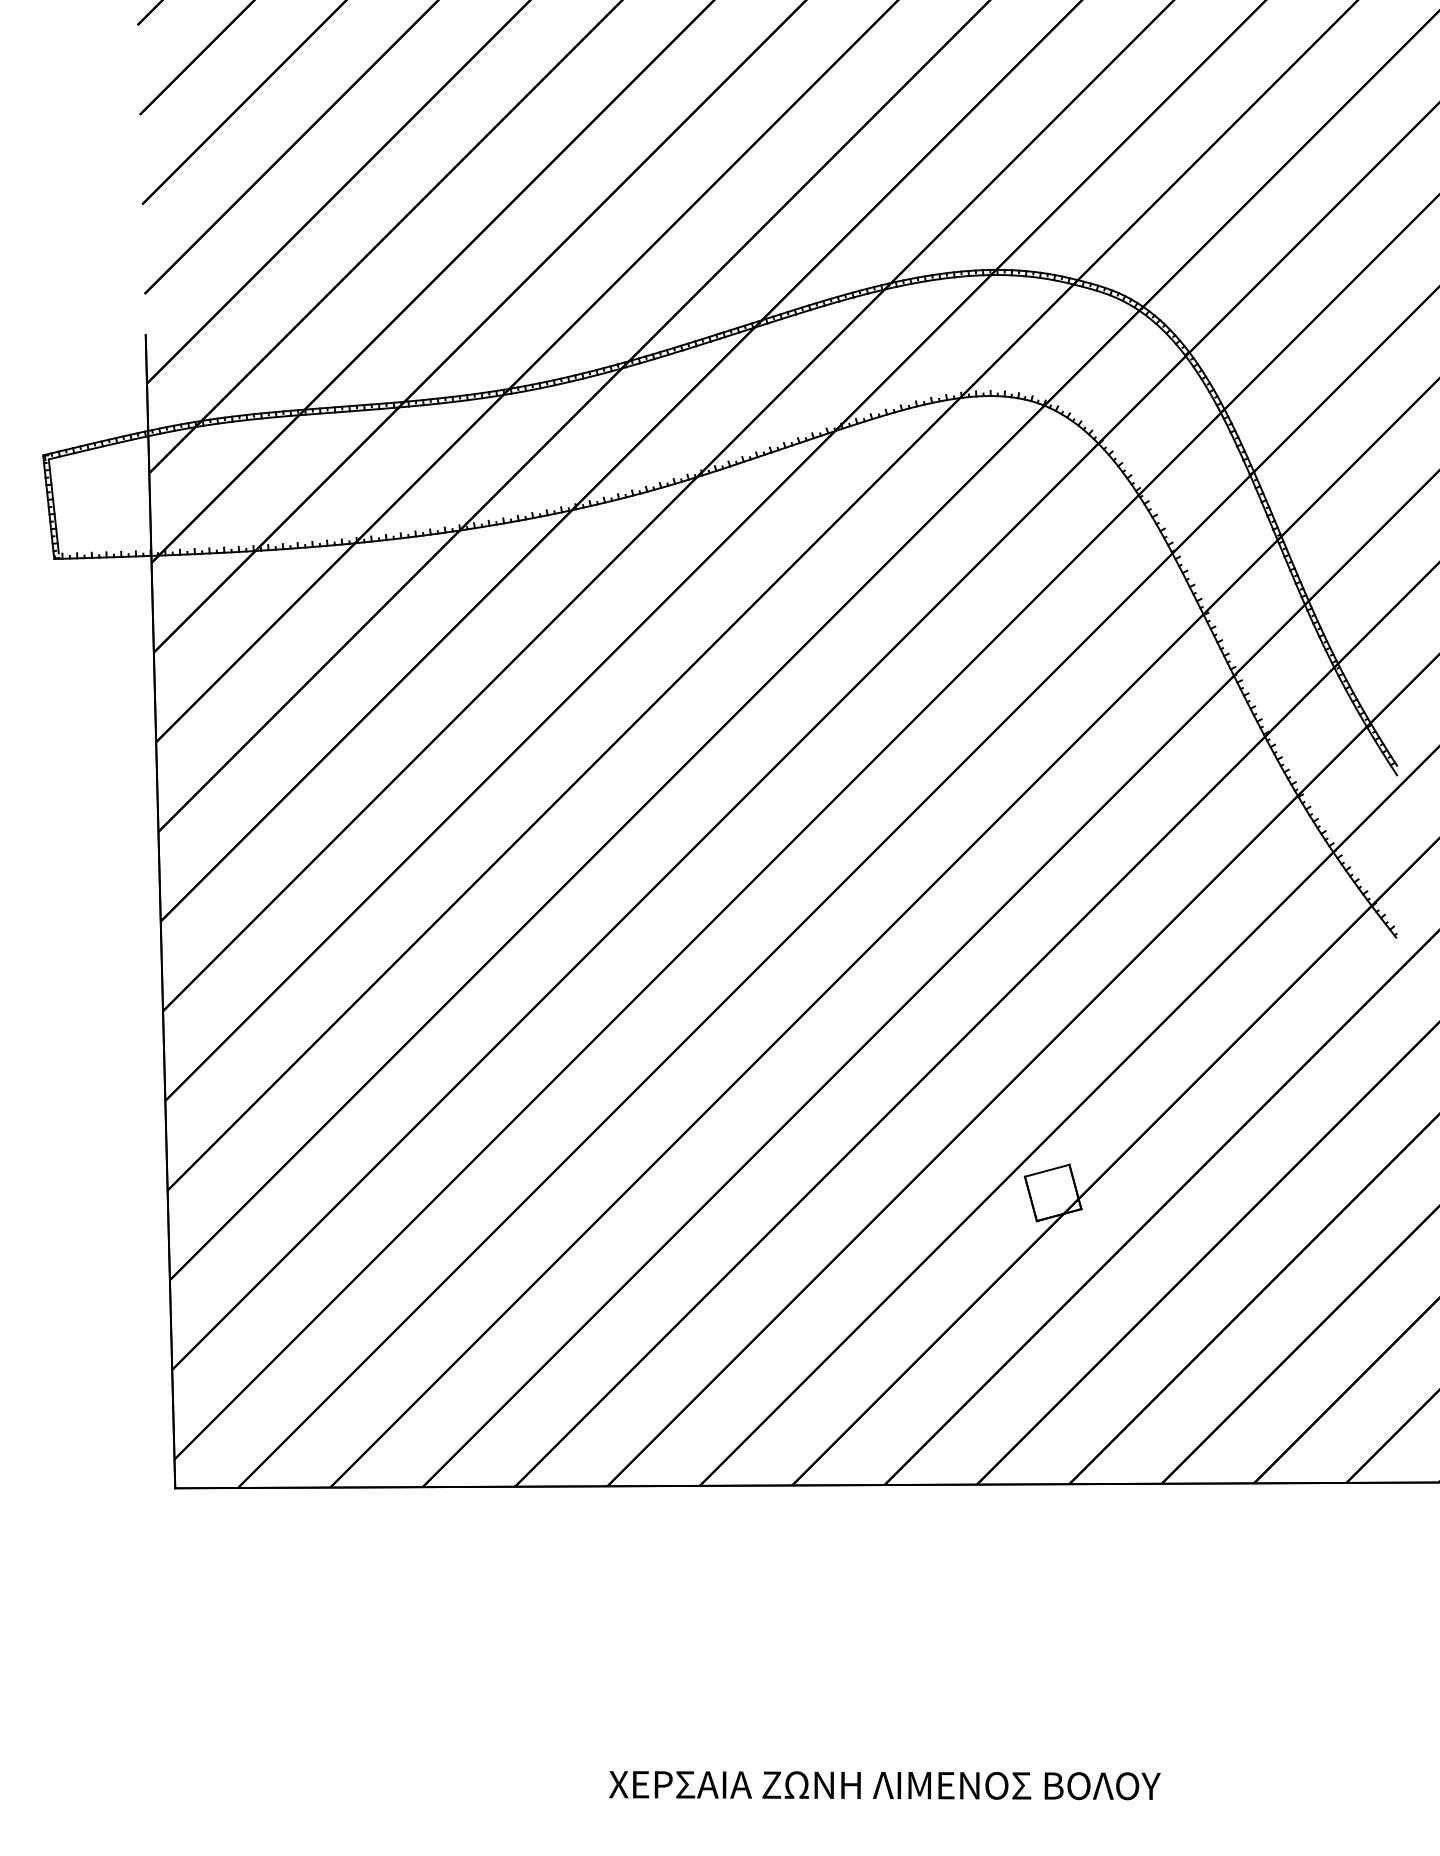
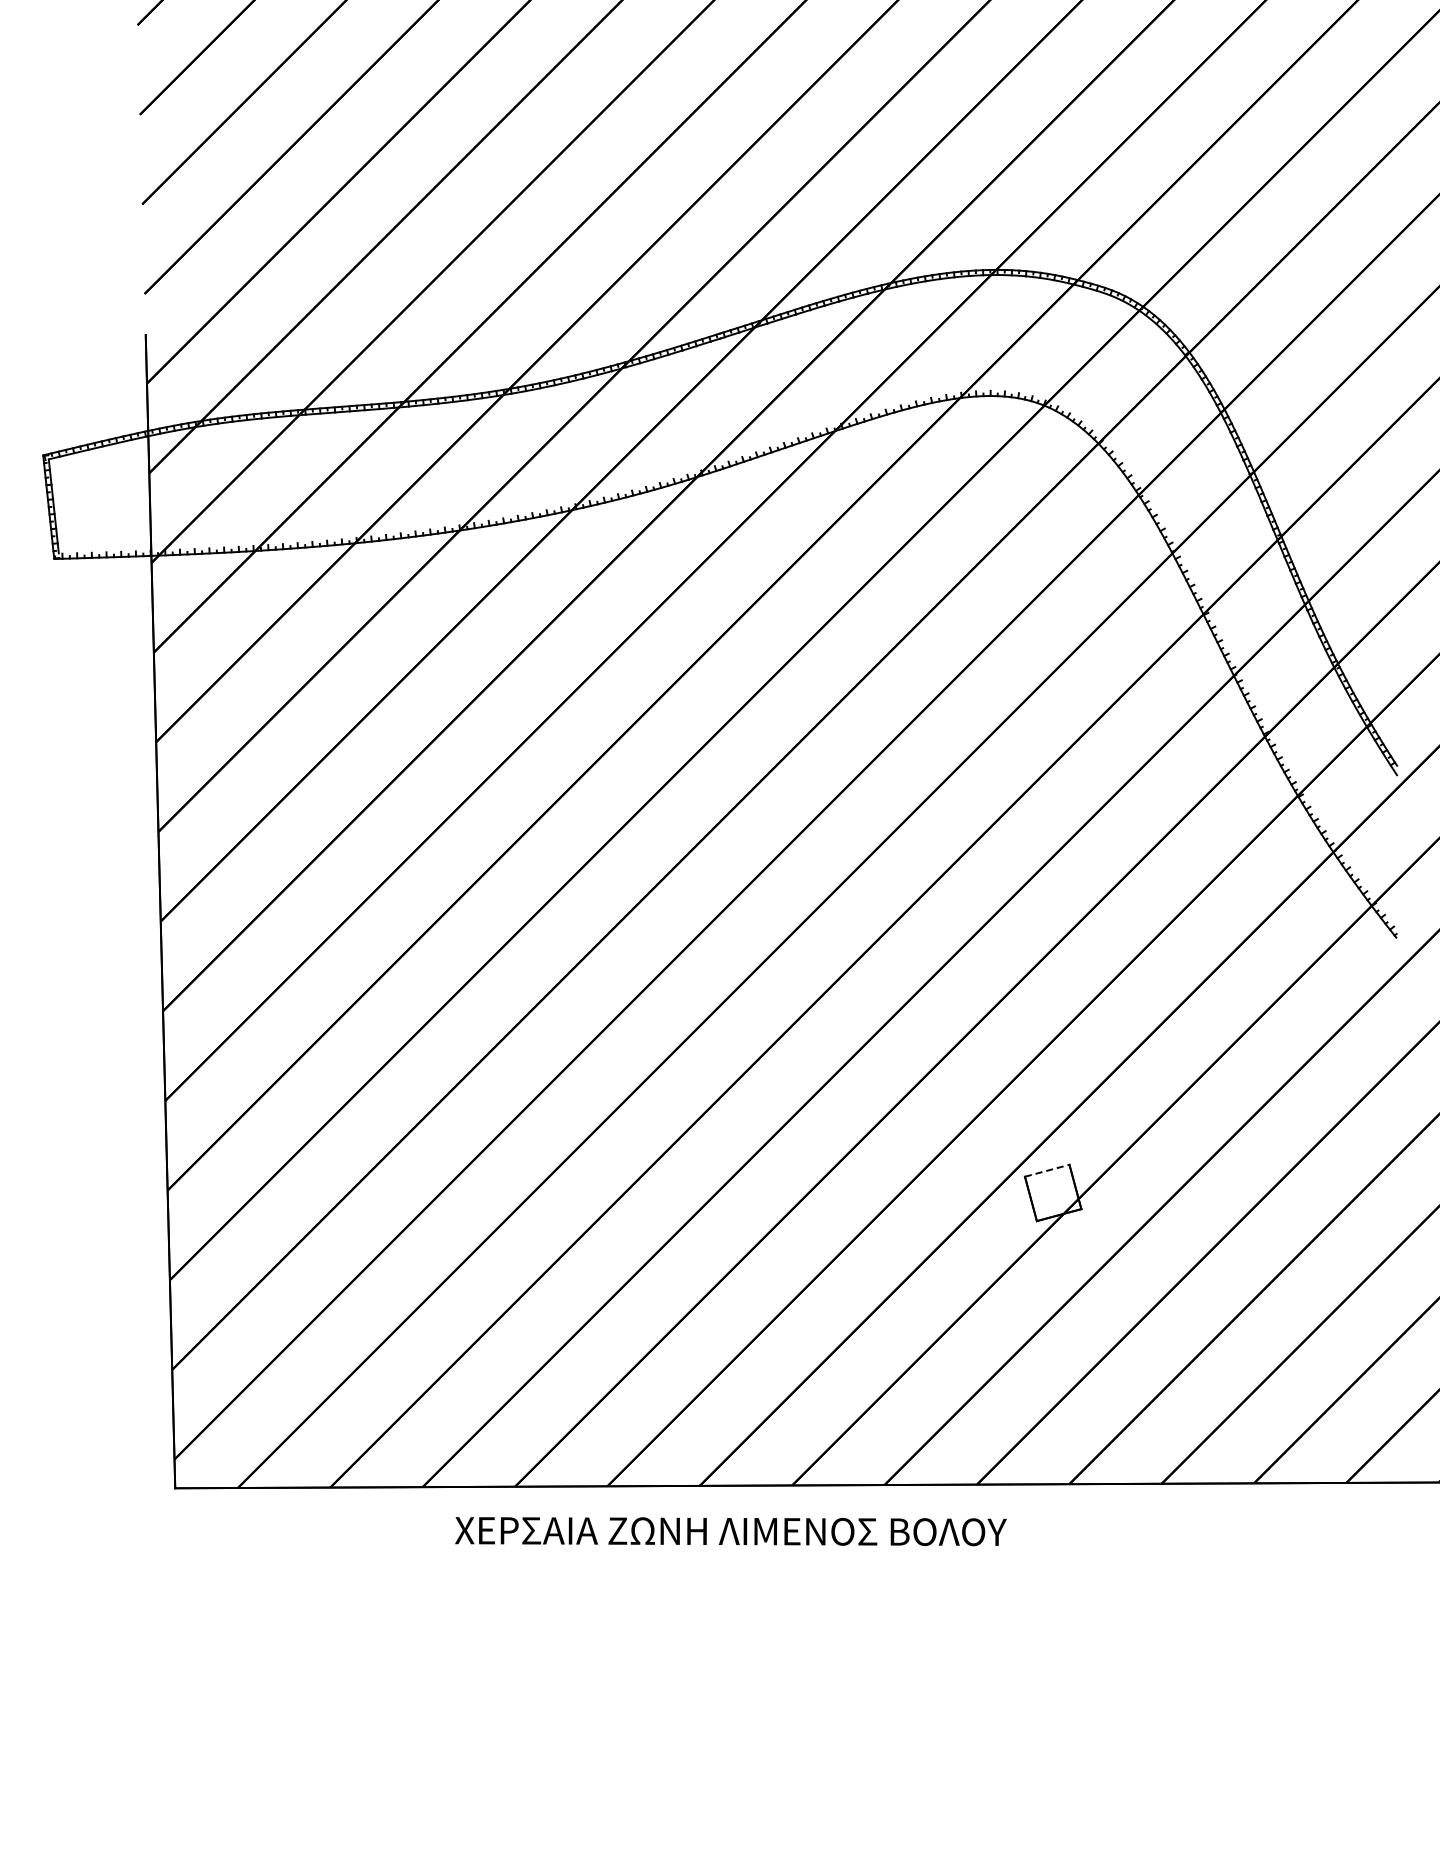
line at (1047, 1170): solid -> dashed
text at (884, 1785) position: (884, 1785) -> (730, 1531)
